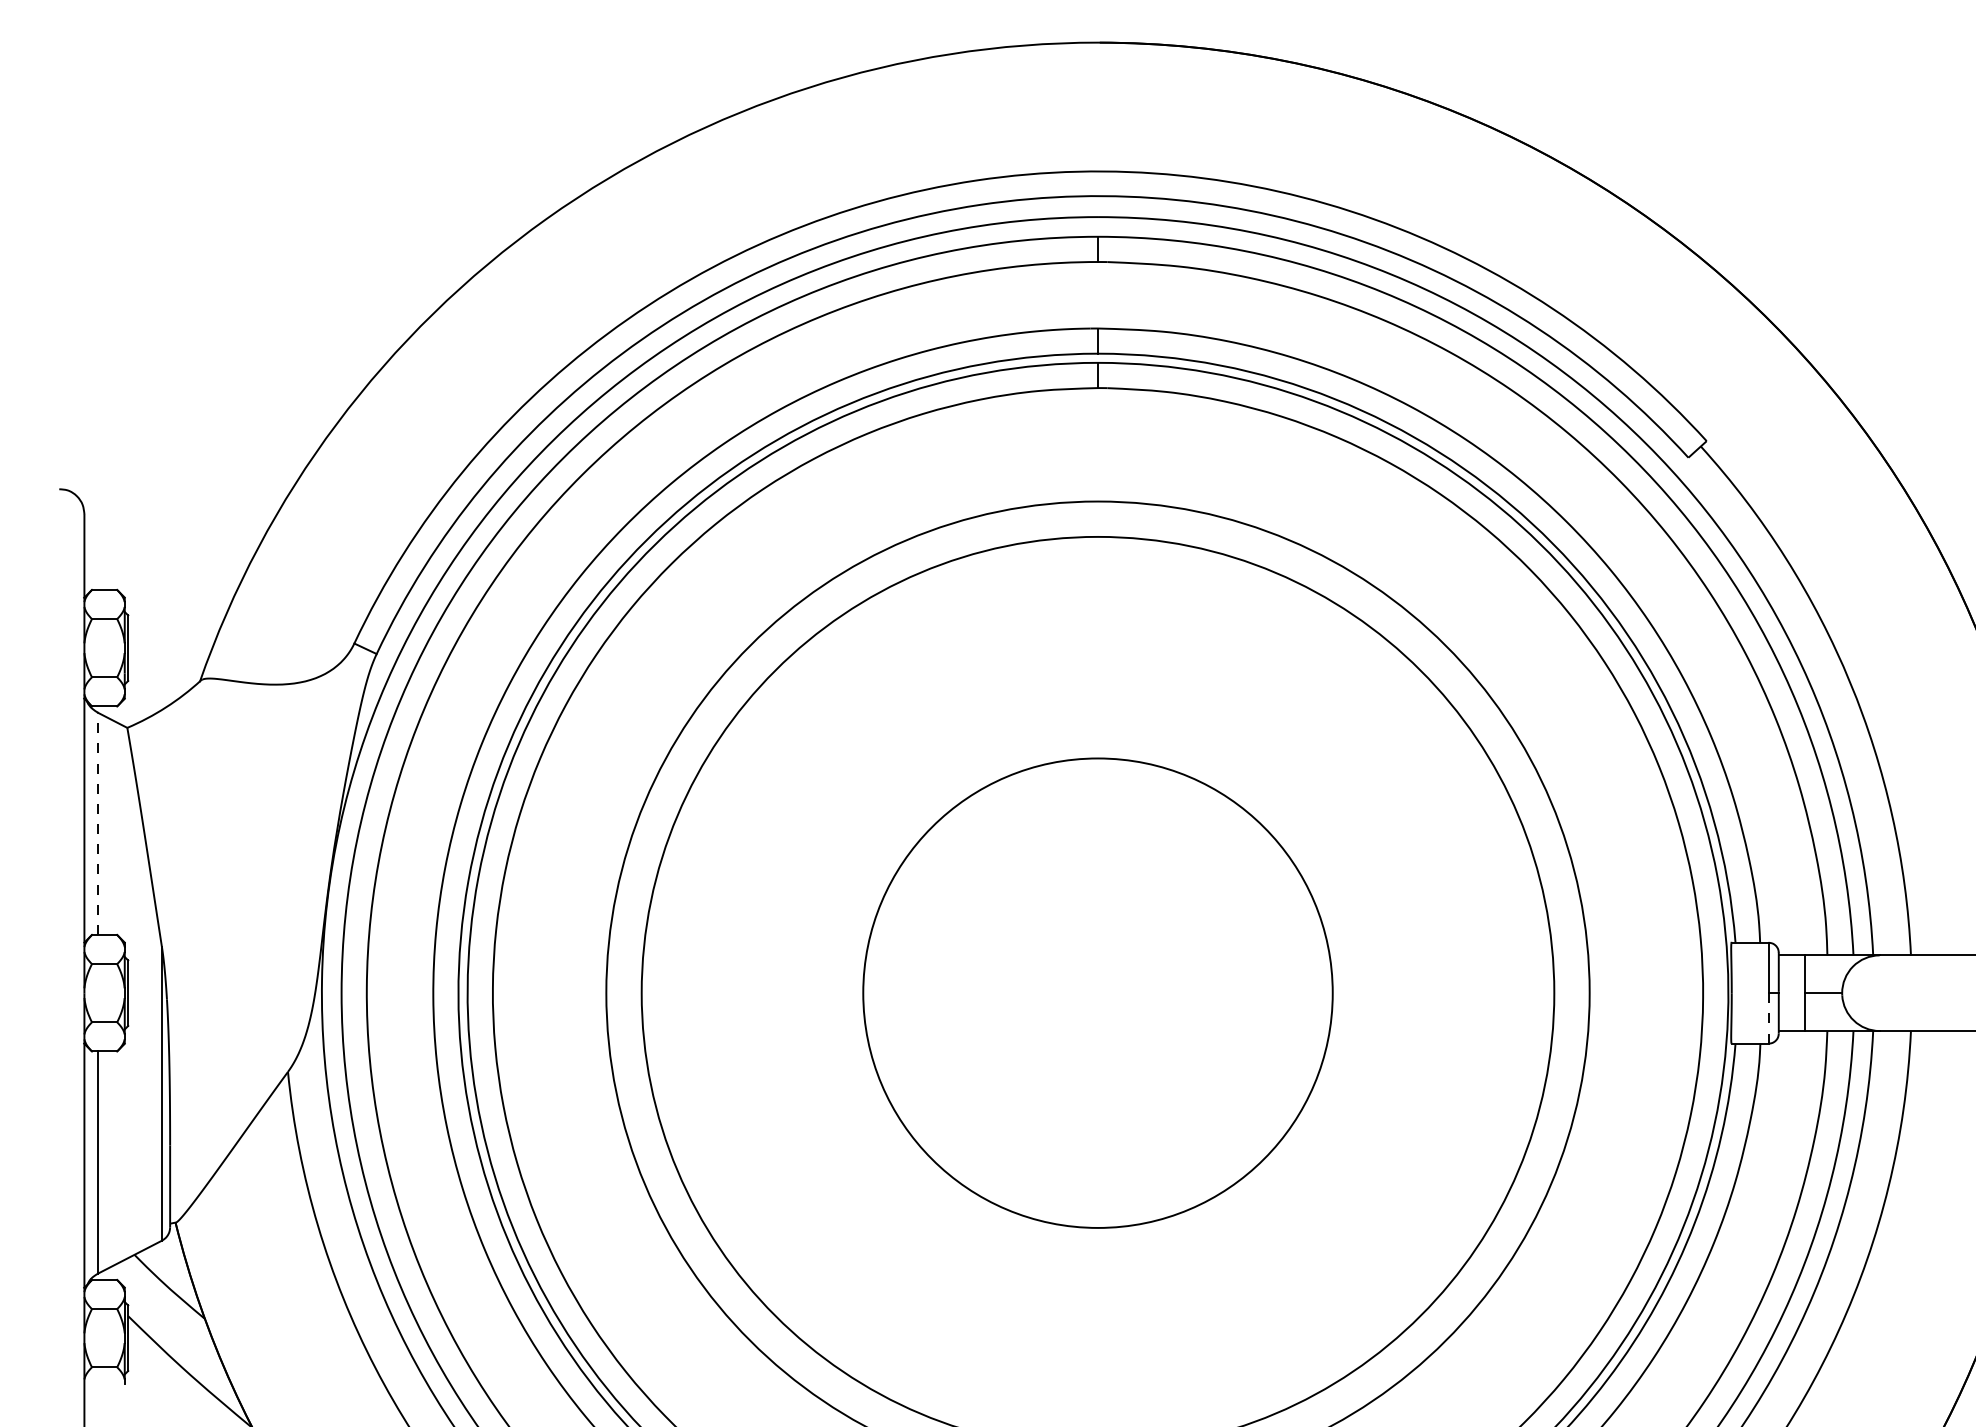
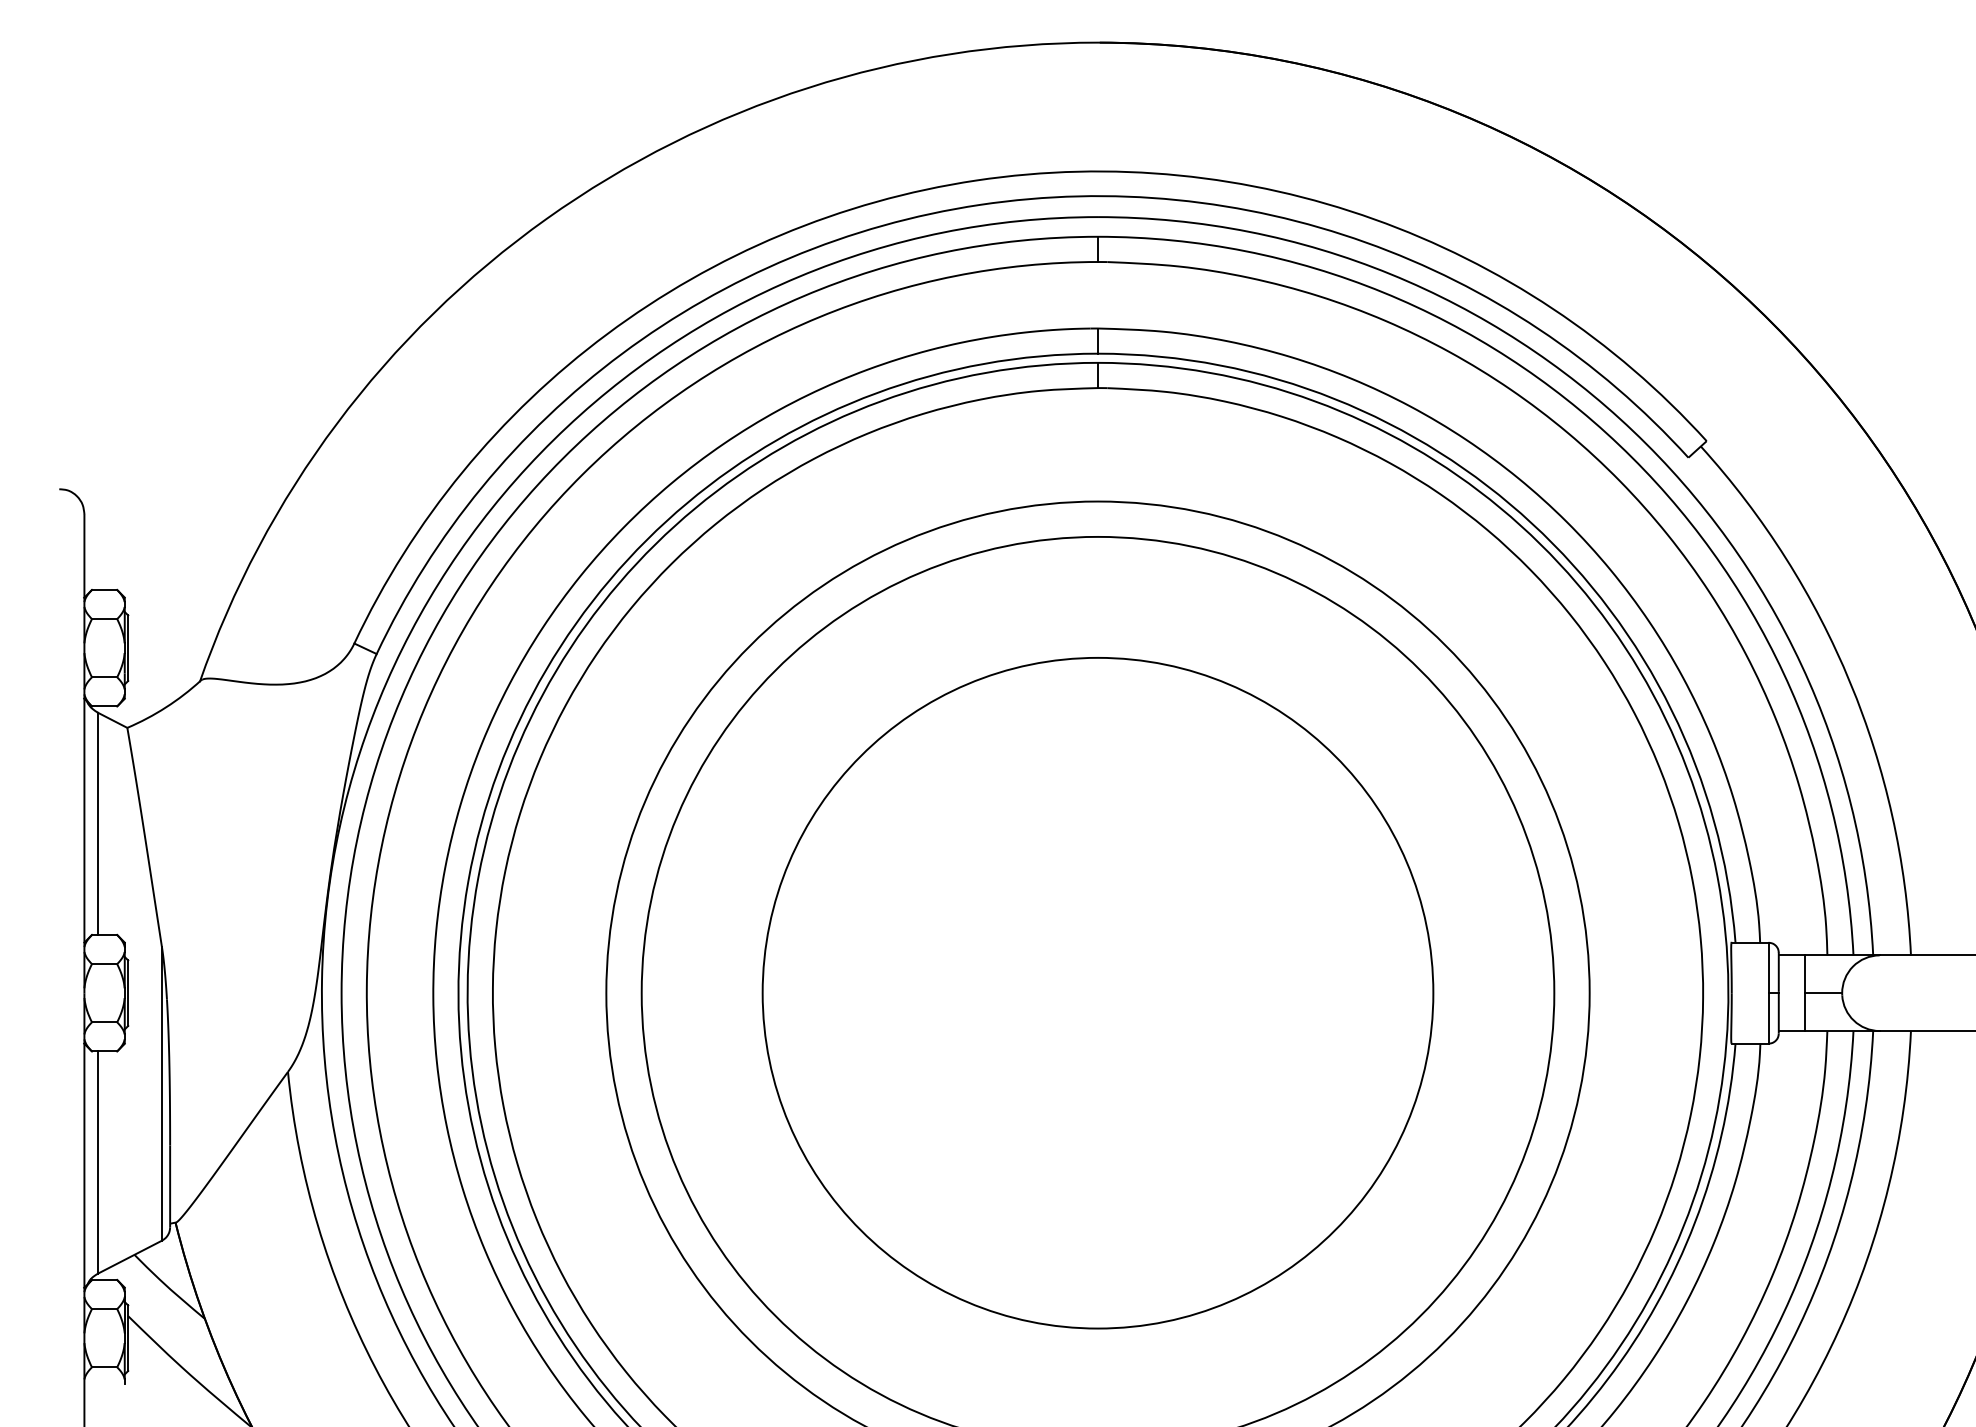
line at (98, 823): dashed -> solid
circle at (1097, 992) diameter: 469 px -> 671 px
line at (1768, 1017): dashed -> solid
